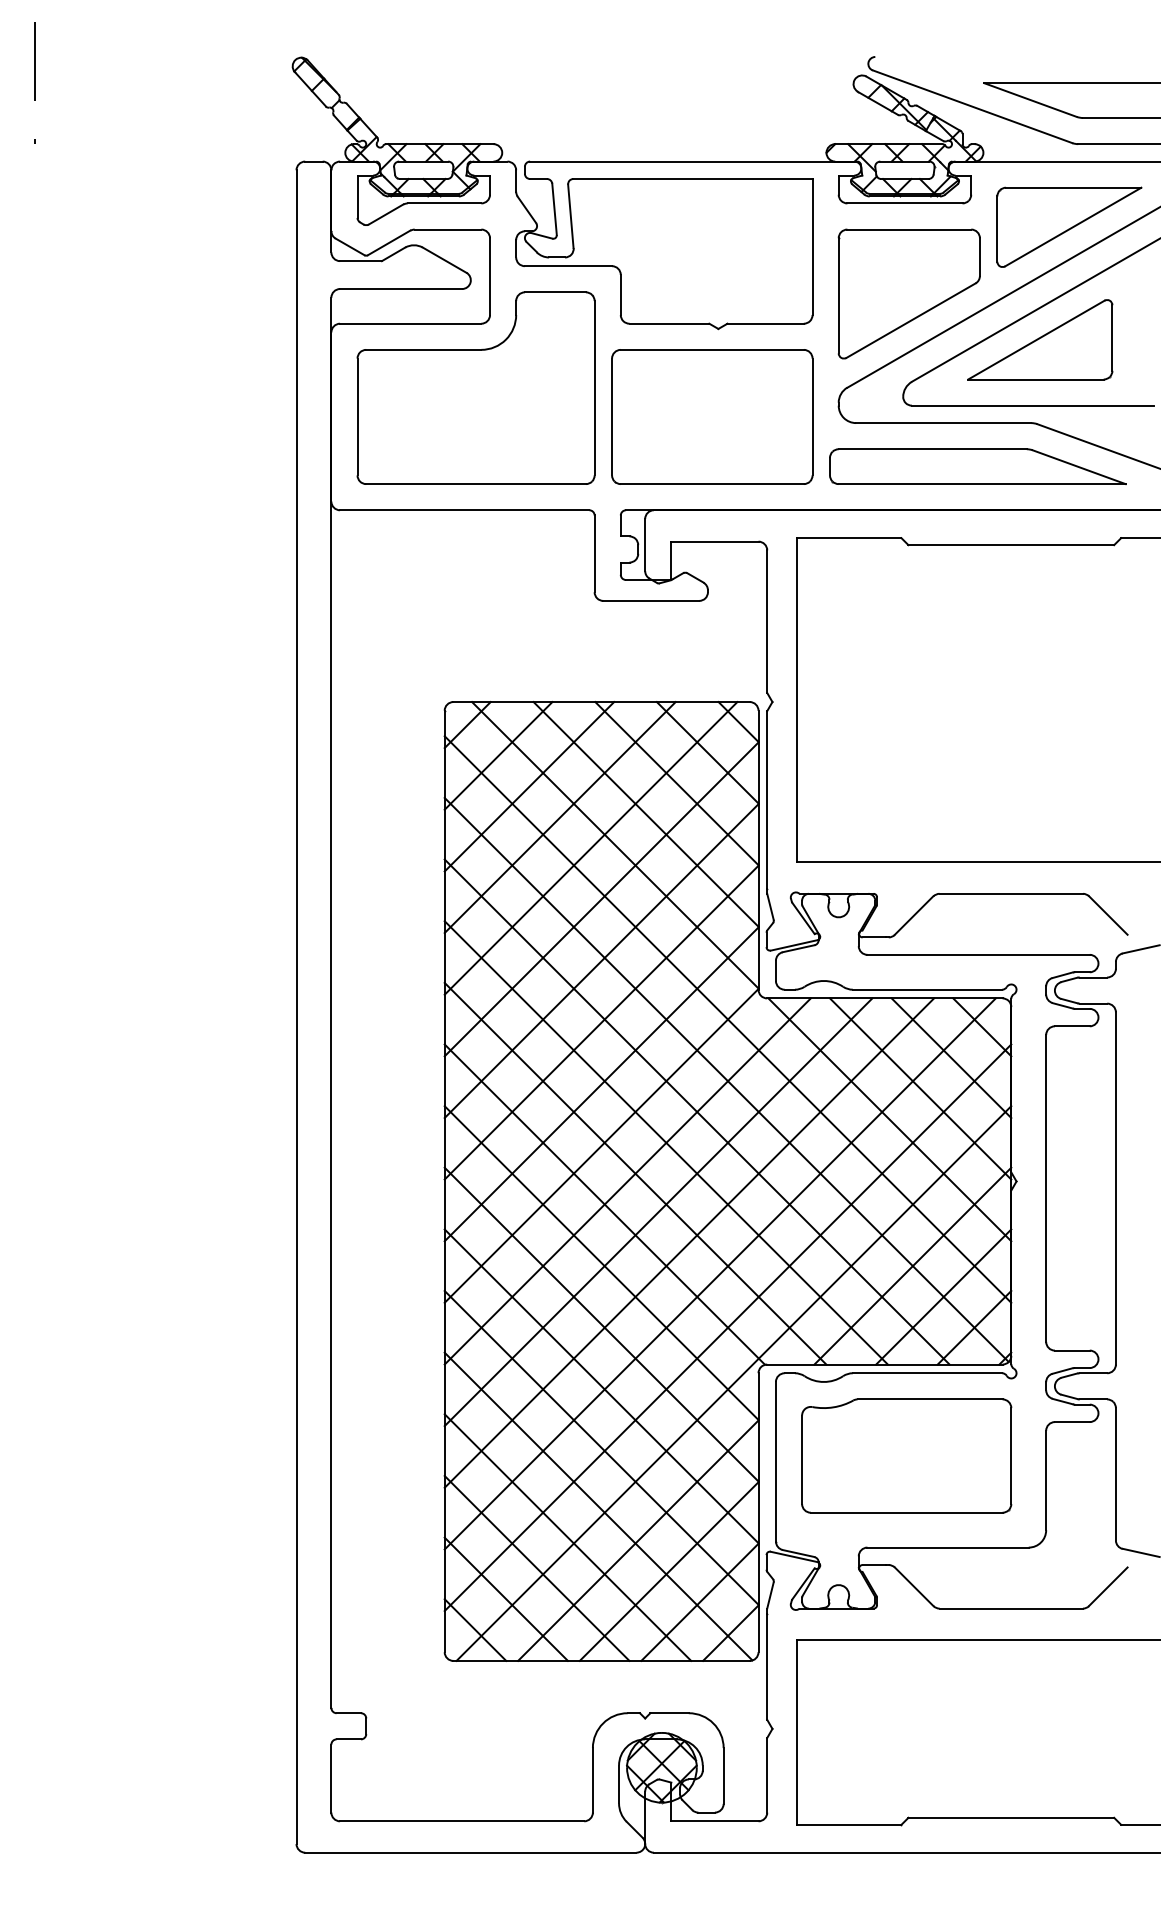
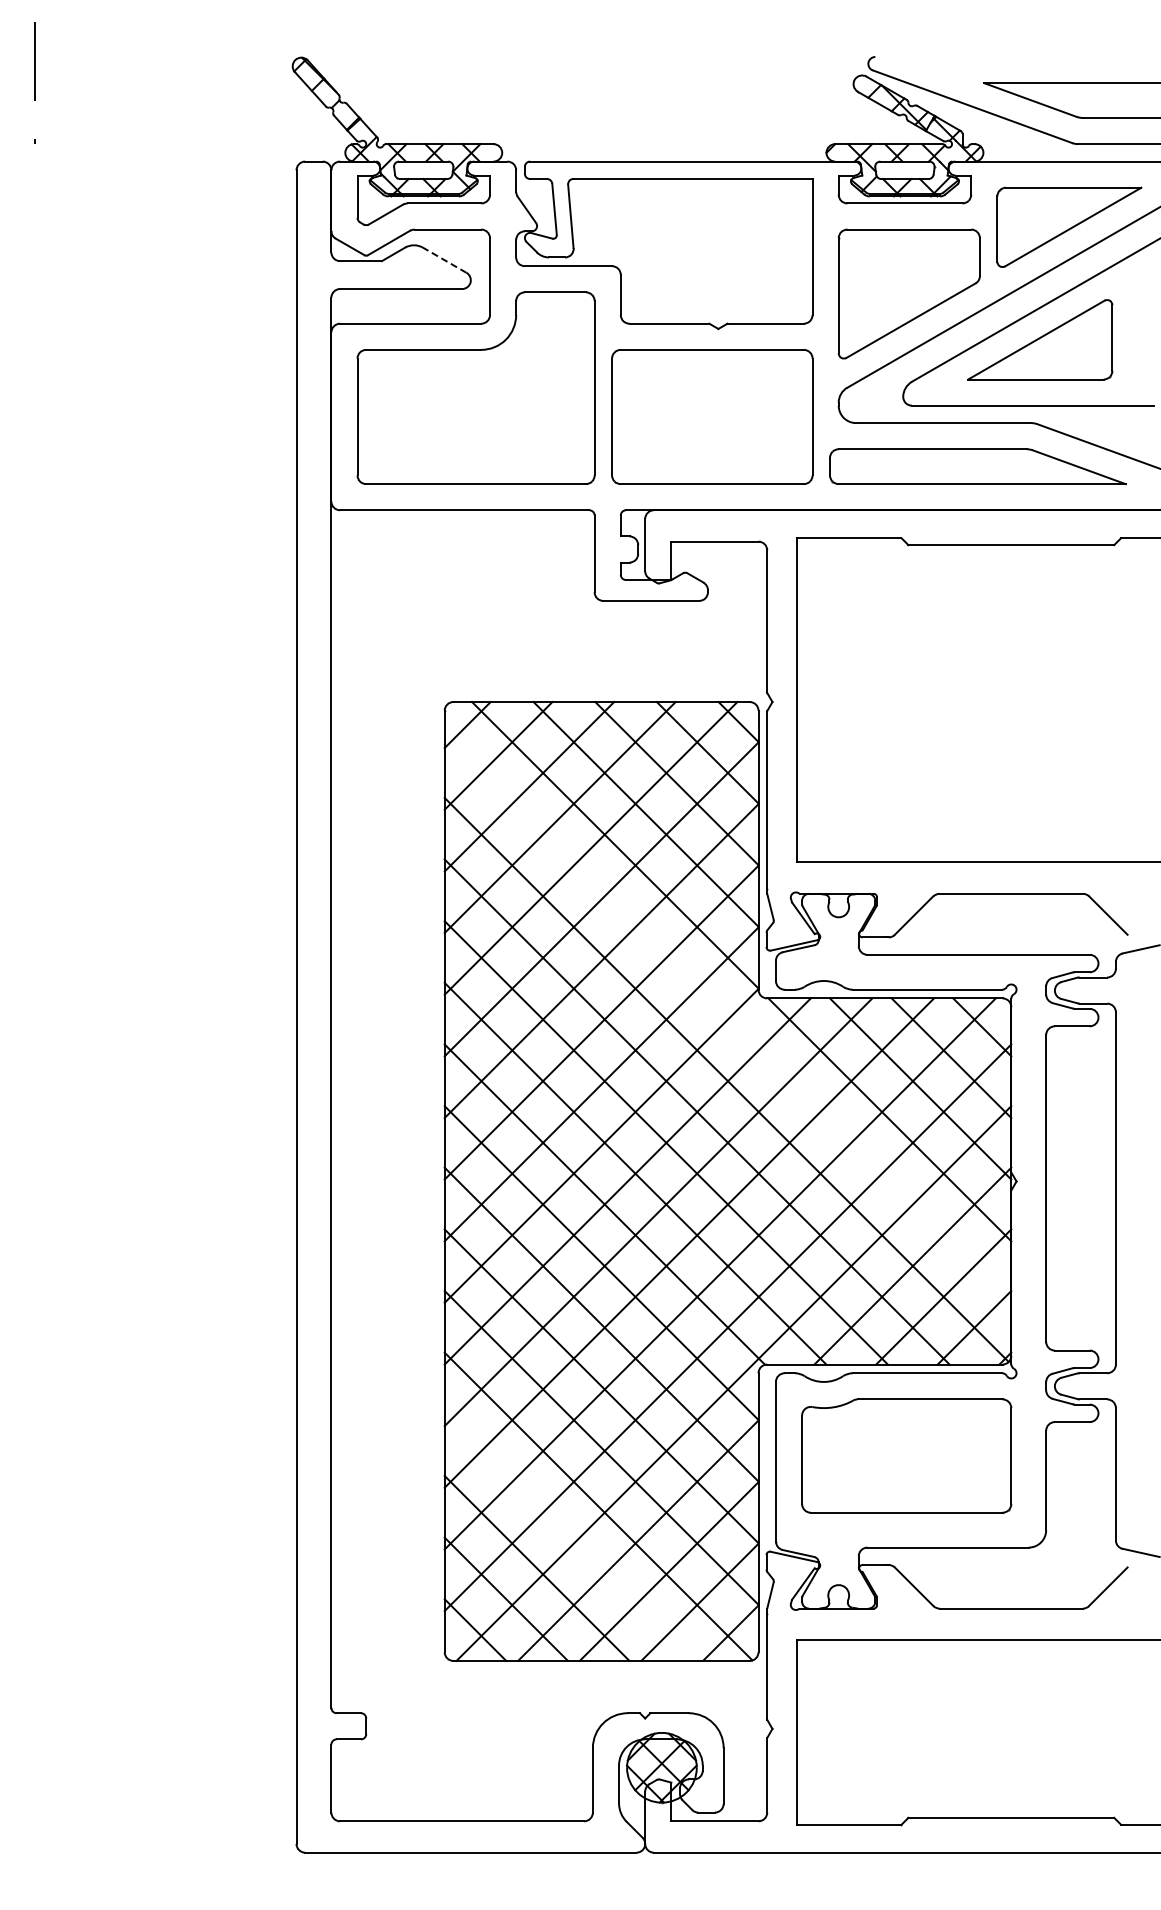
line at (444, 259): solid -> dashed
line at (727, 1019): present -> none
line at (567, 1537): present -> none
